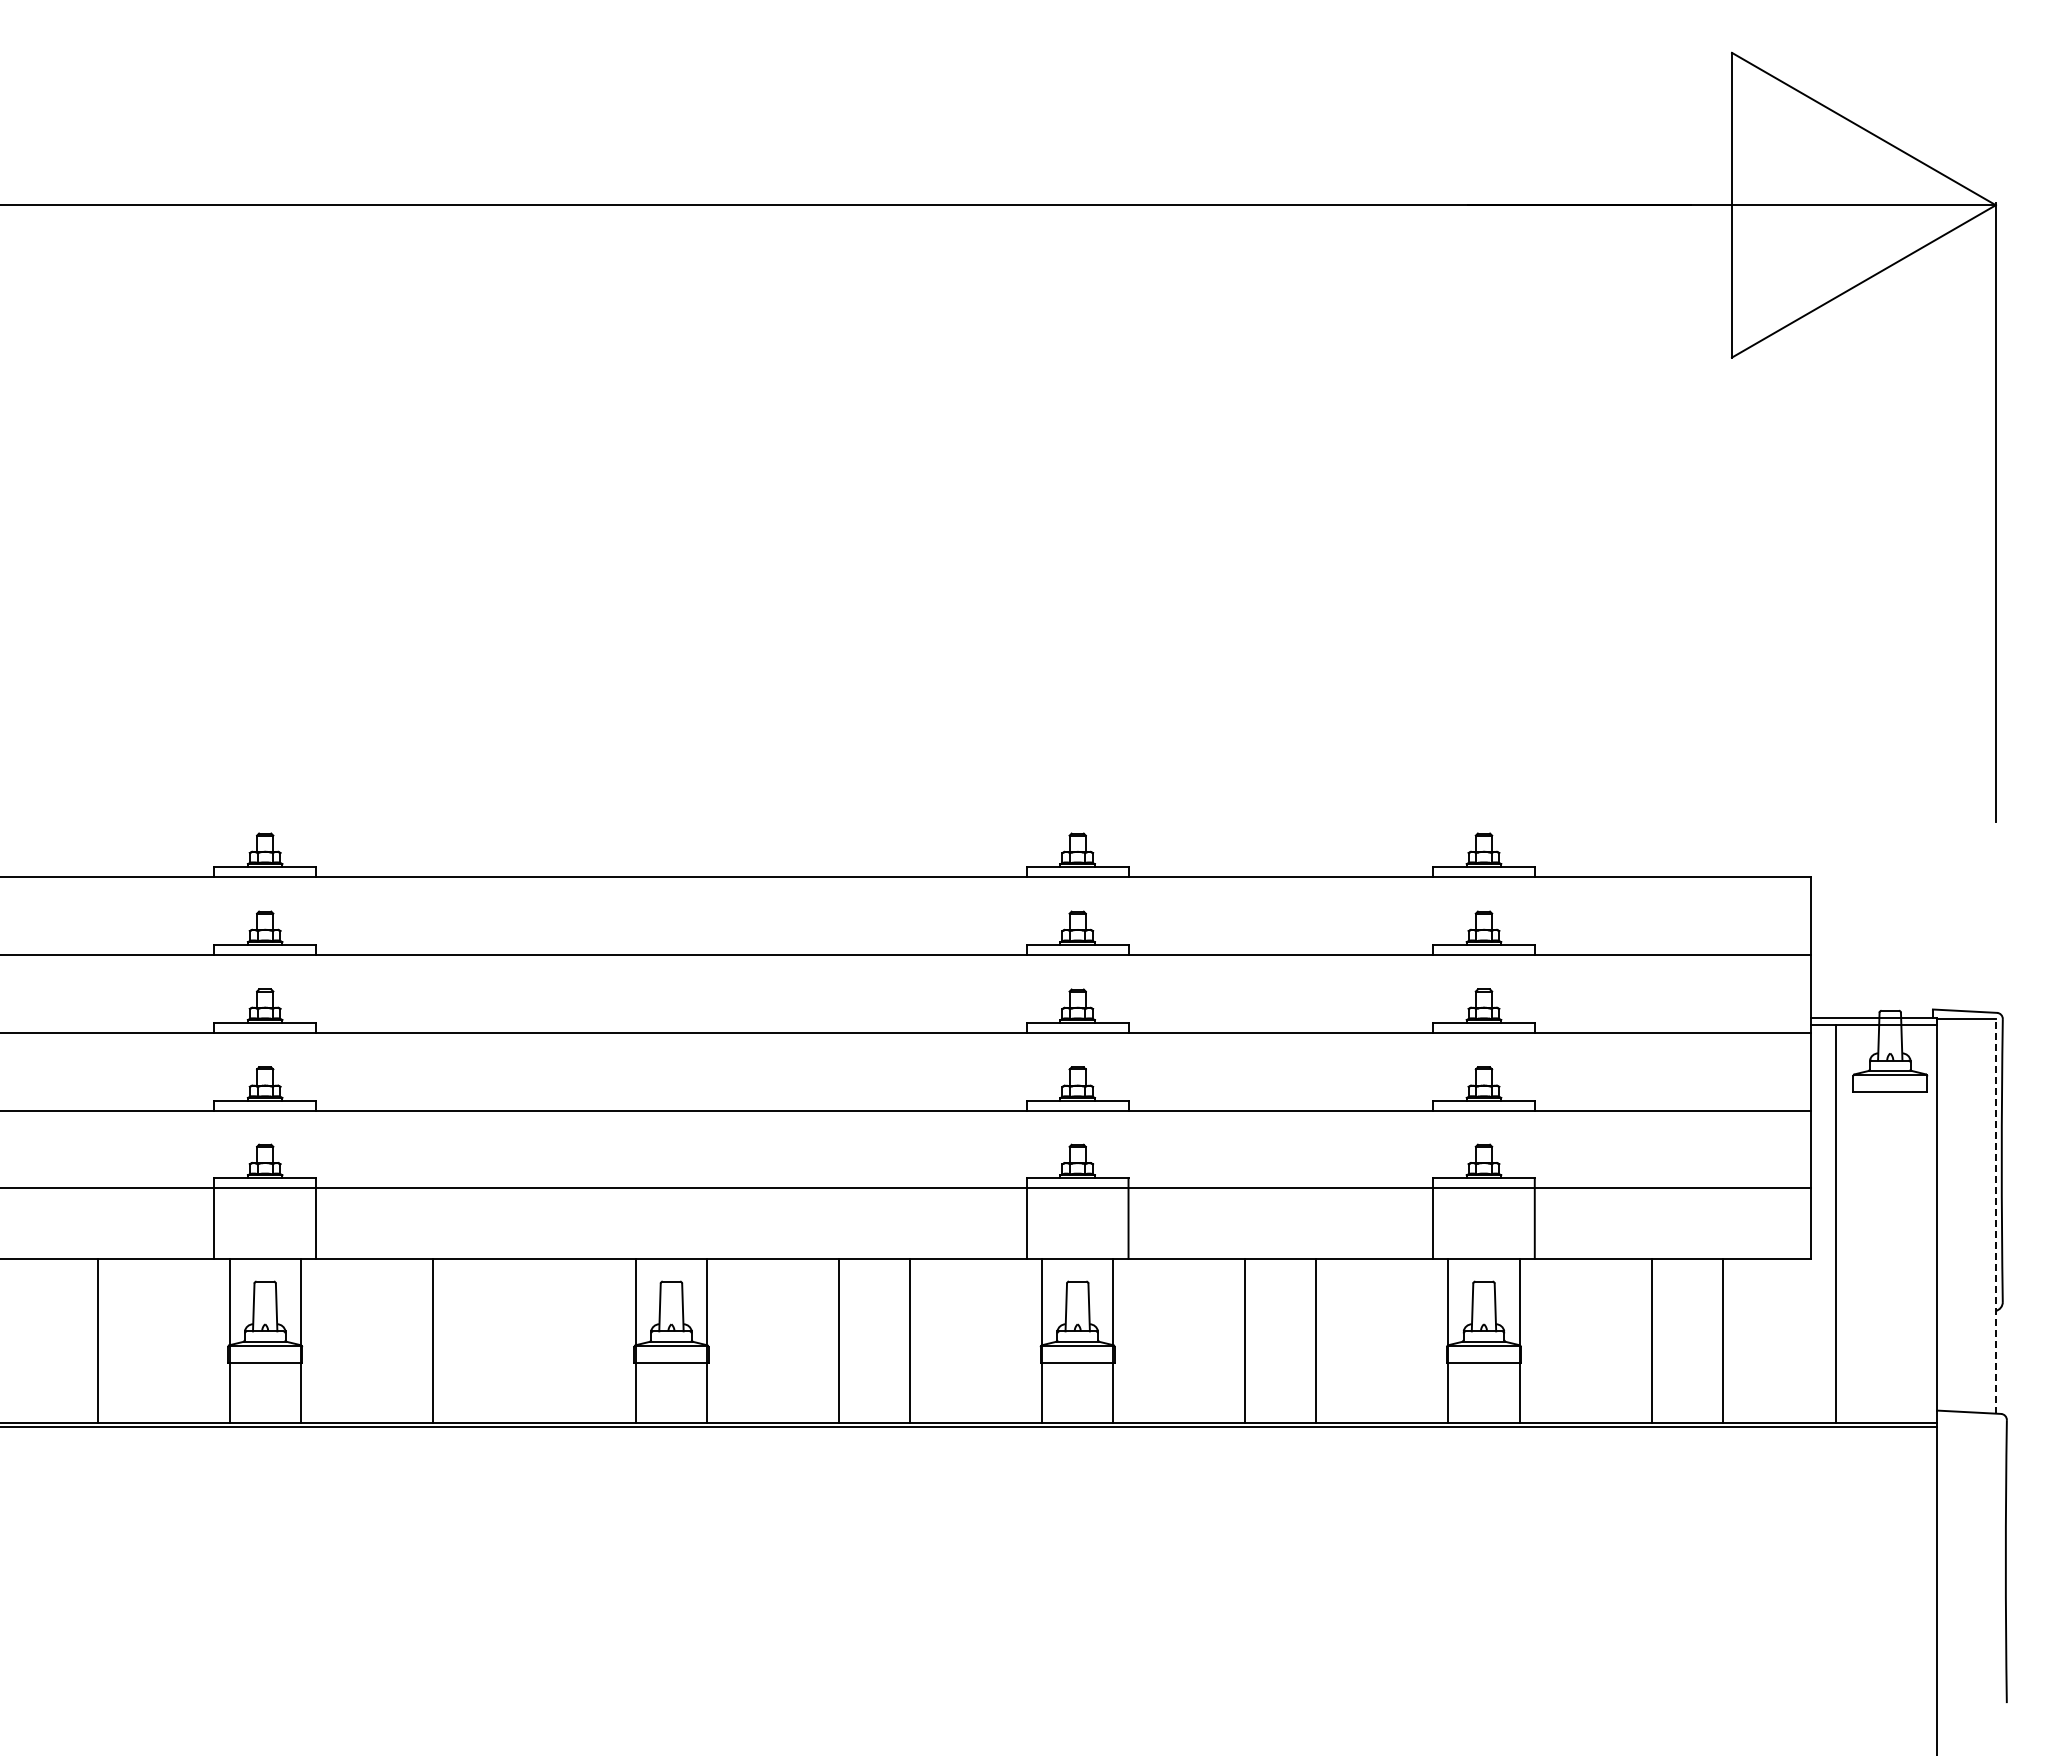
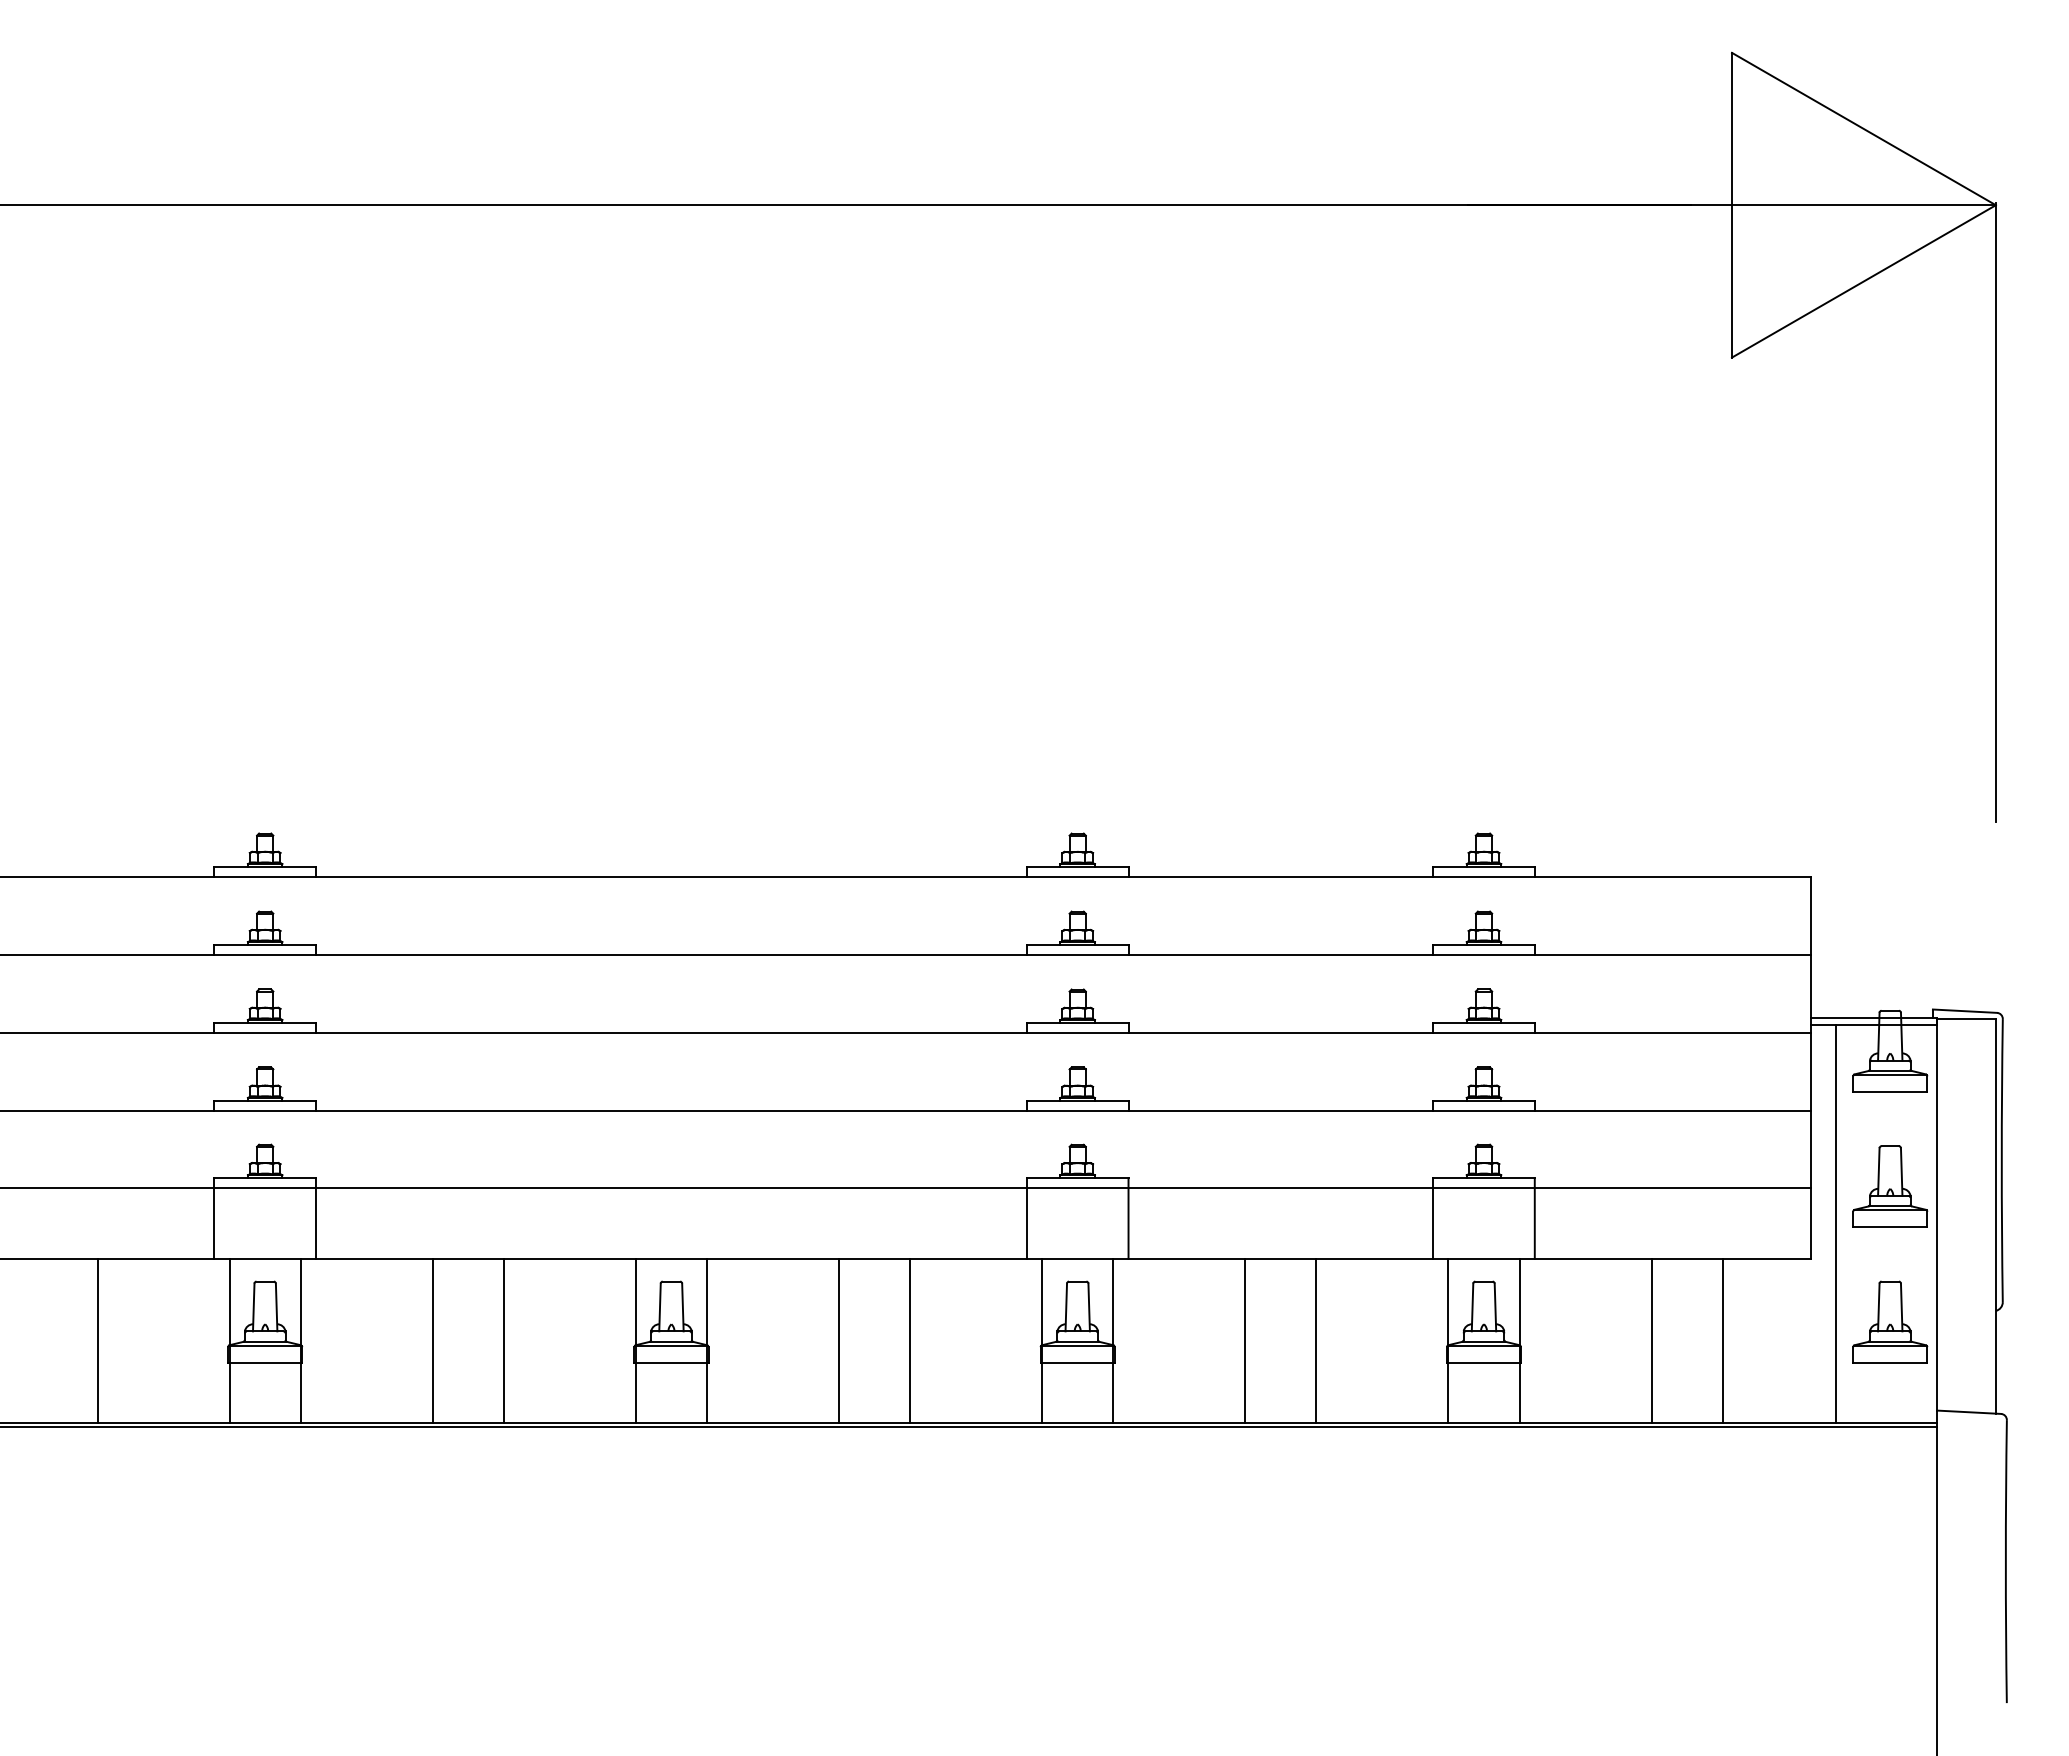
part at (1890, 1186): none -> present
line at (1995, 1216): dashed -> solid
part at (1890, 1321): none -> present
line at (503, 1340): none -> present
